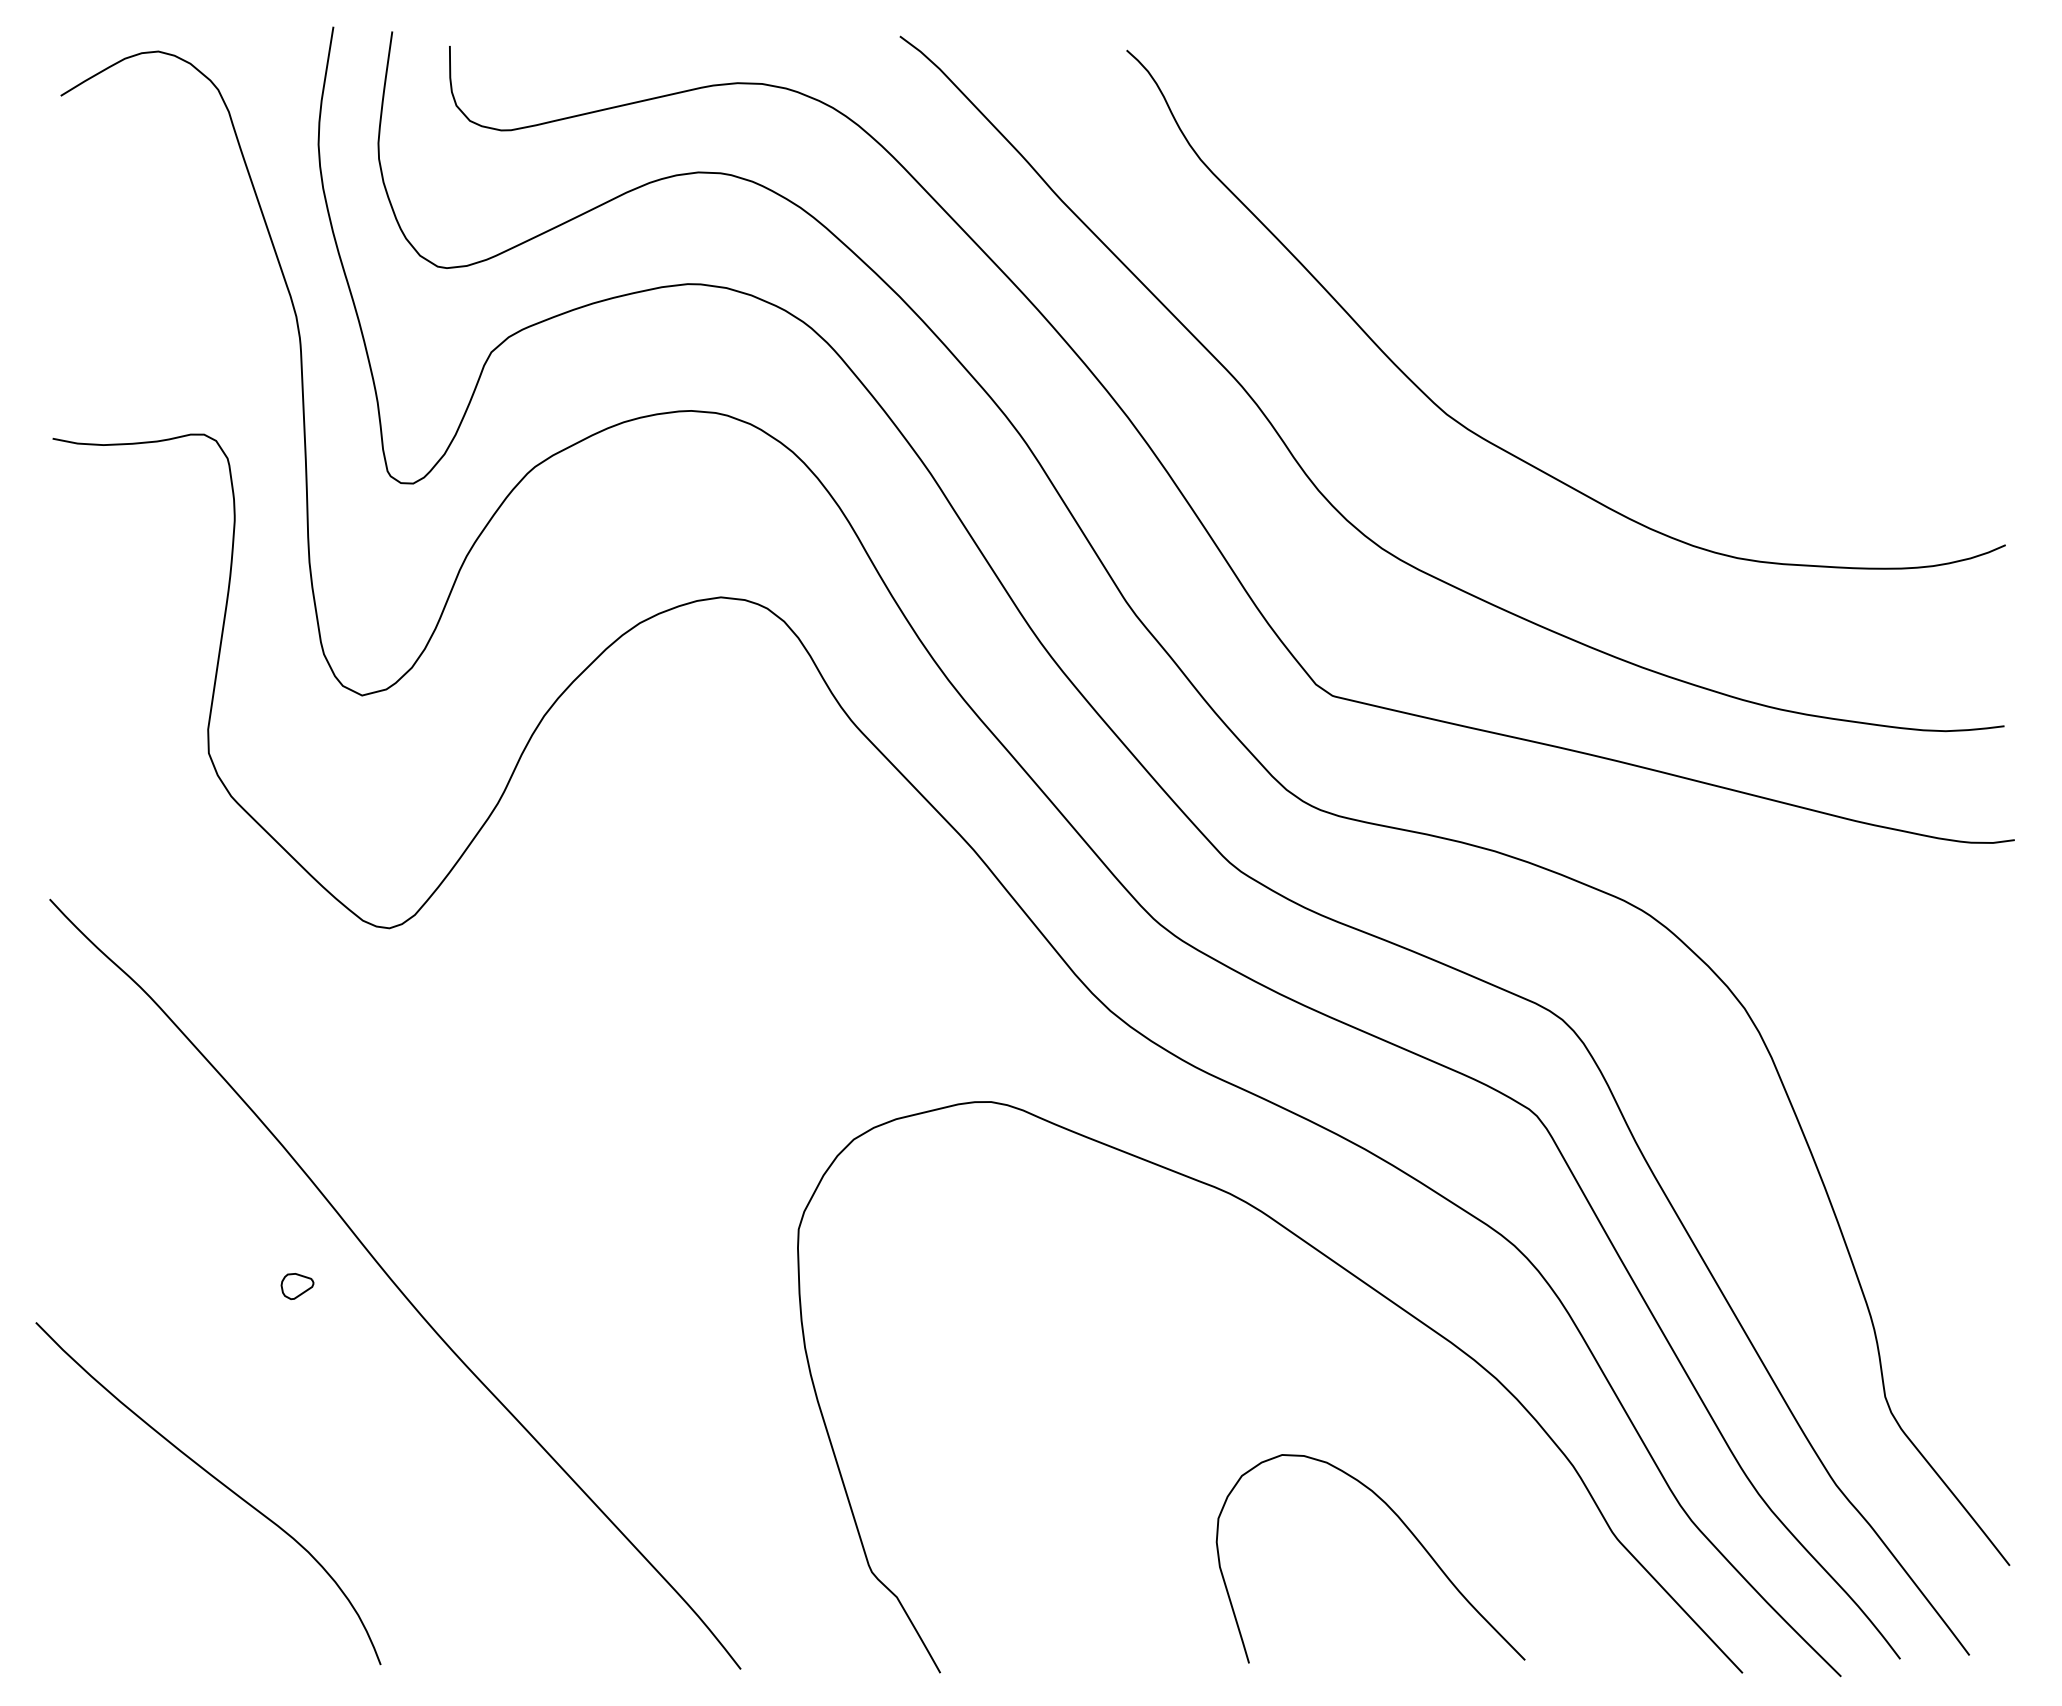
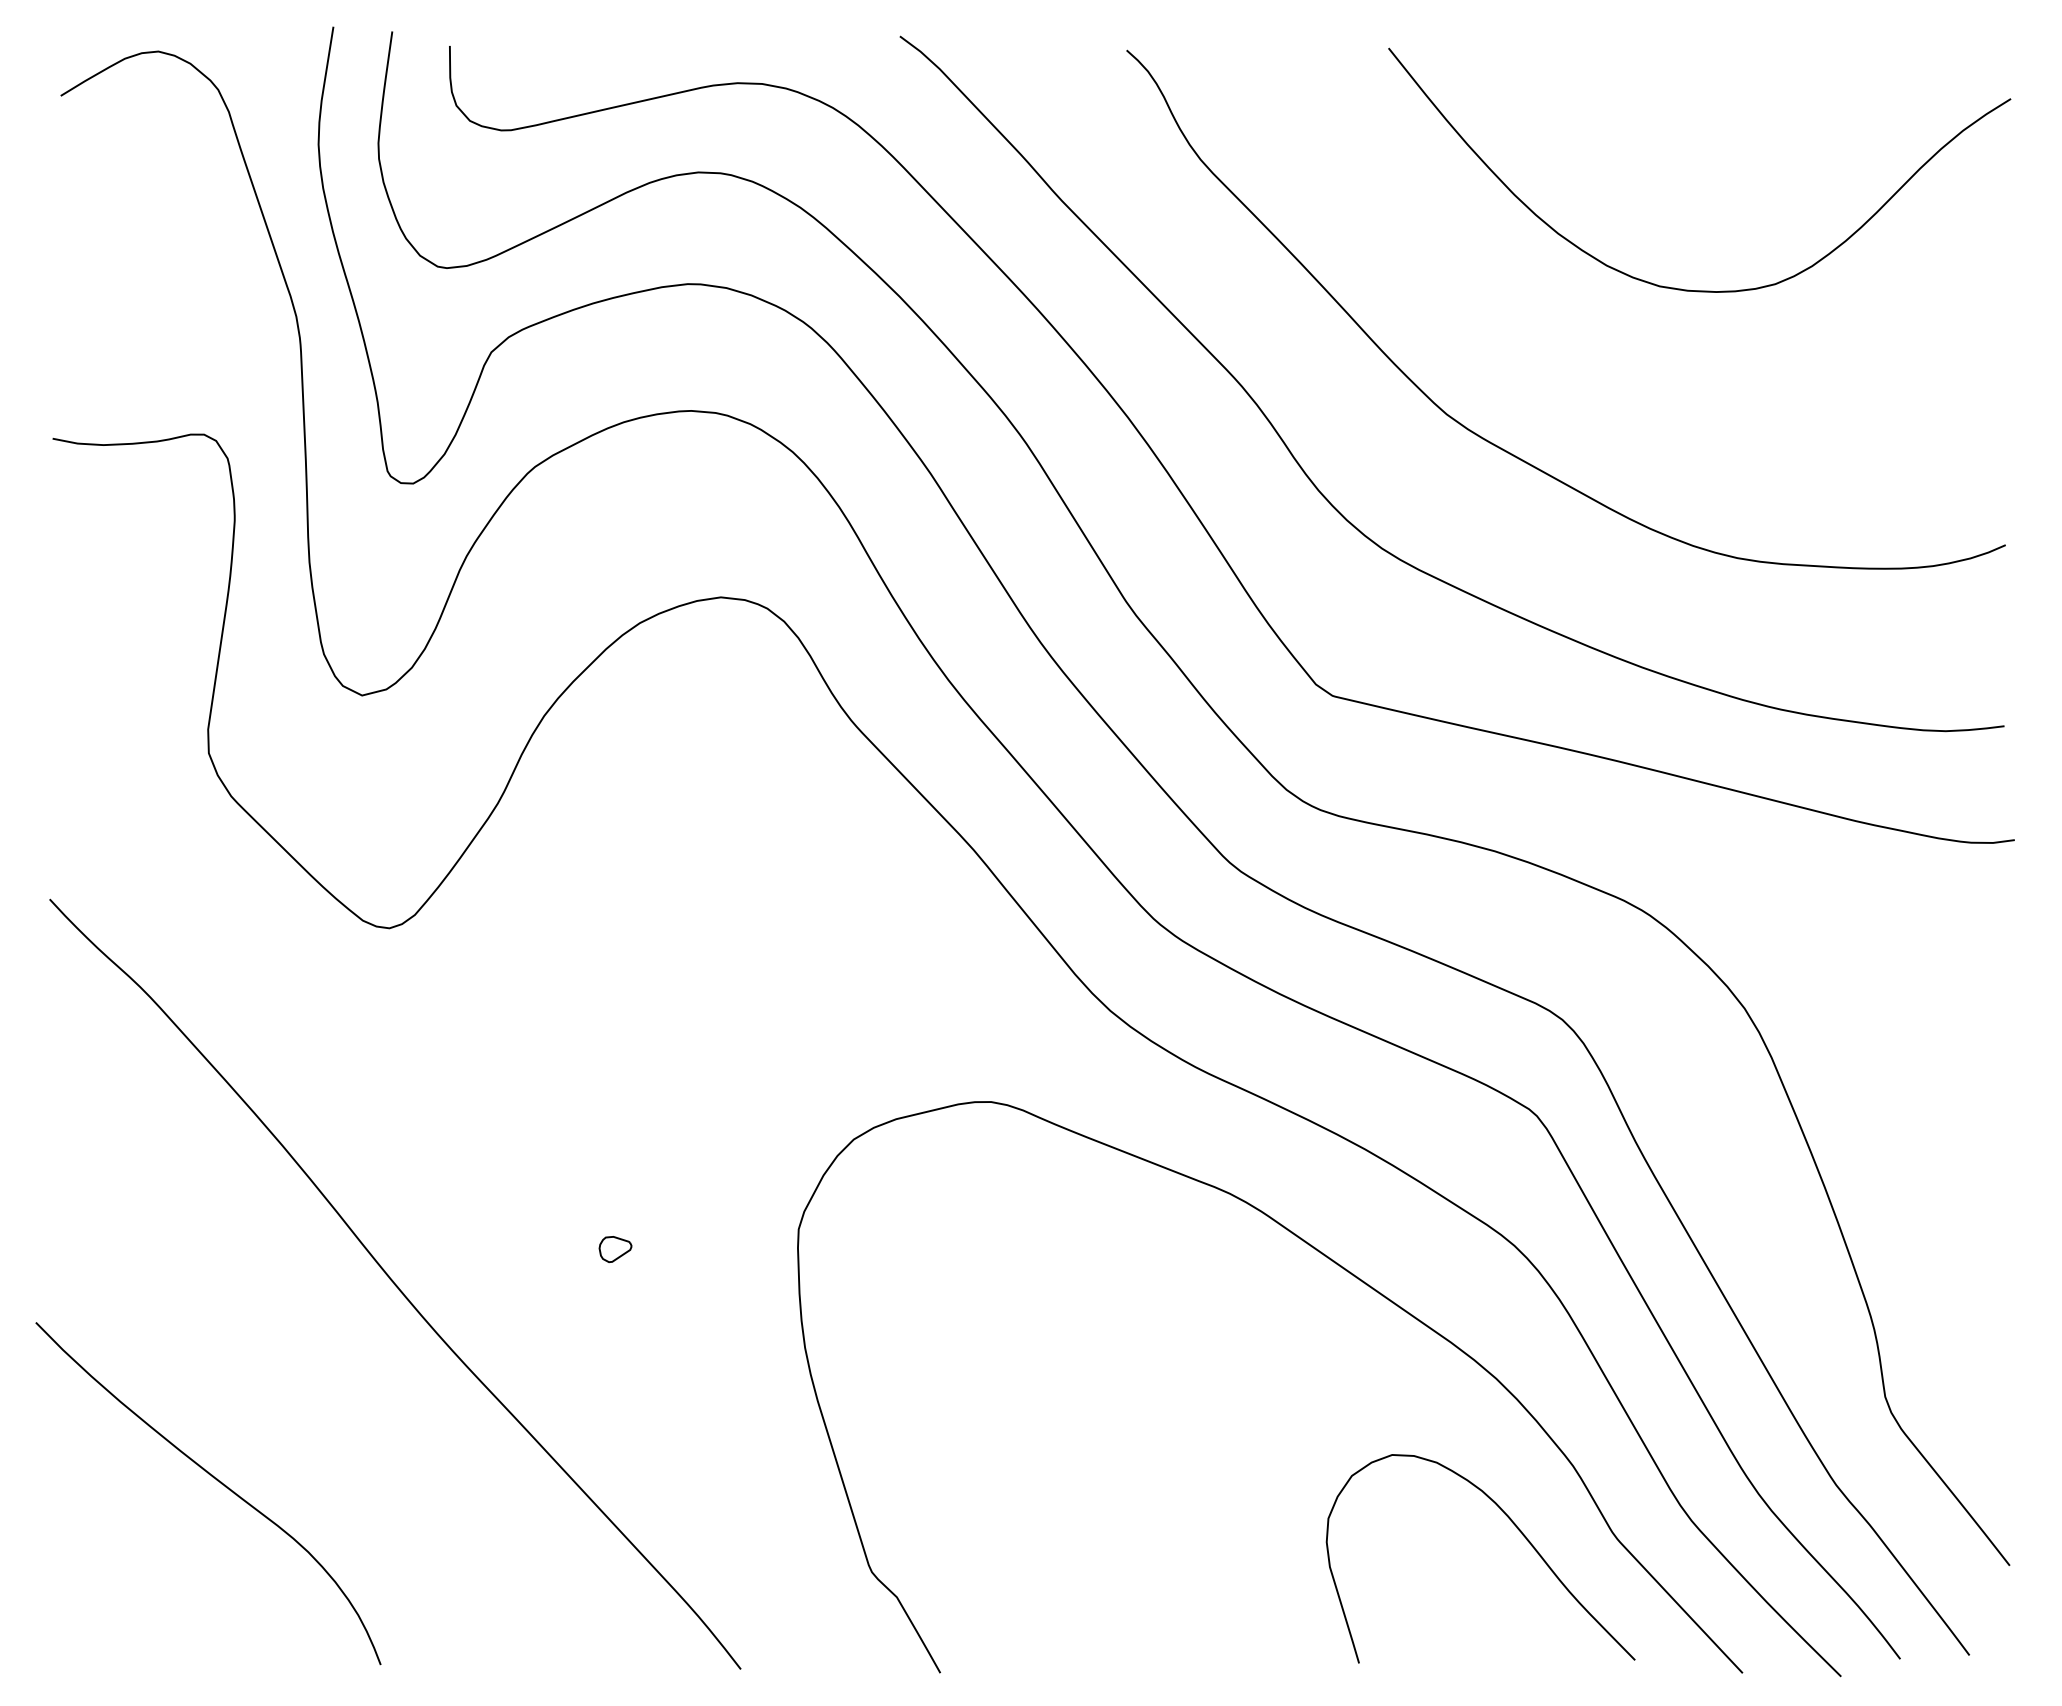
curve at (1681, 288): none -> present
part at (297, 1286) position: (297, 1286) -> (615, 1249)
curve at (1407, 1529) position: (1407, 1529) -> (1517, 1529)
